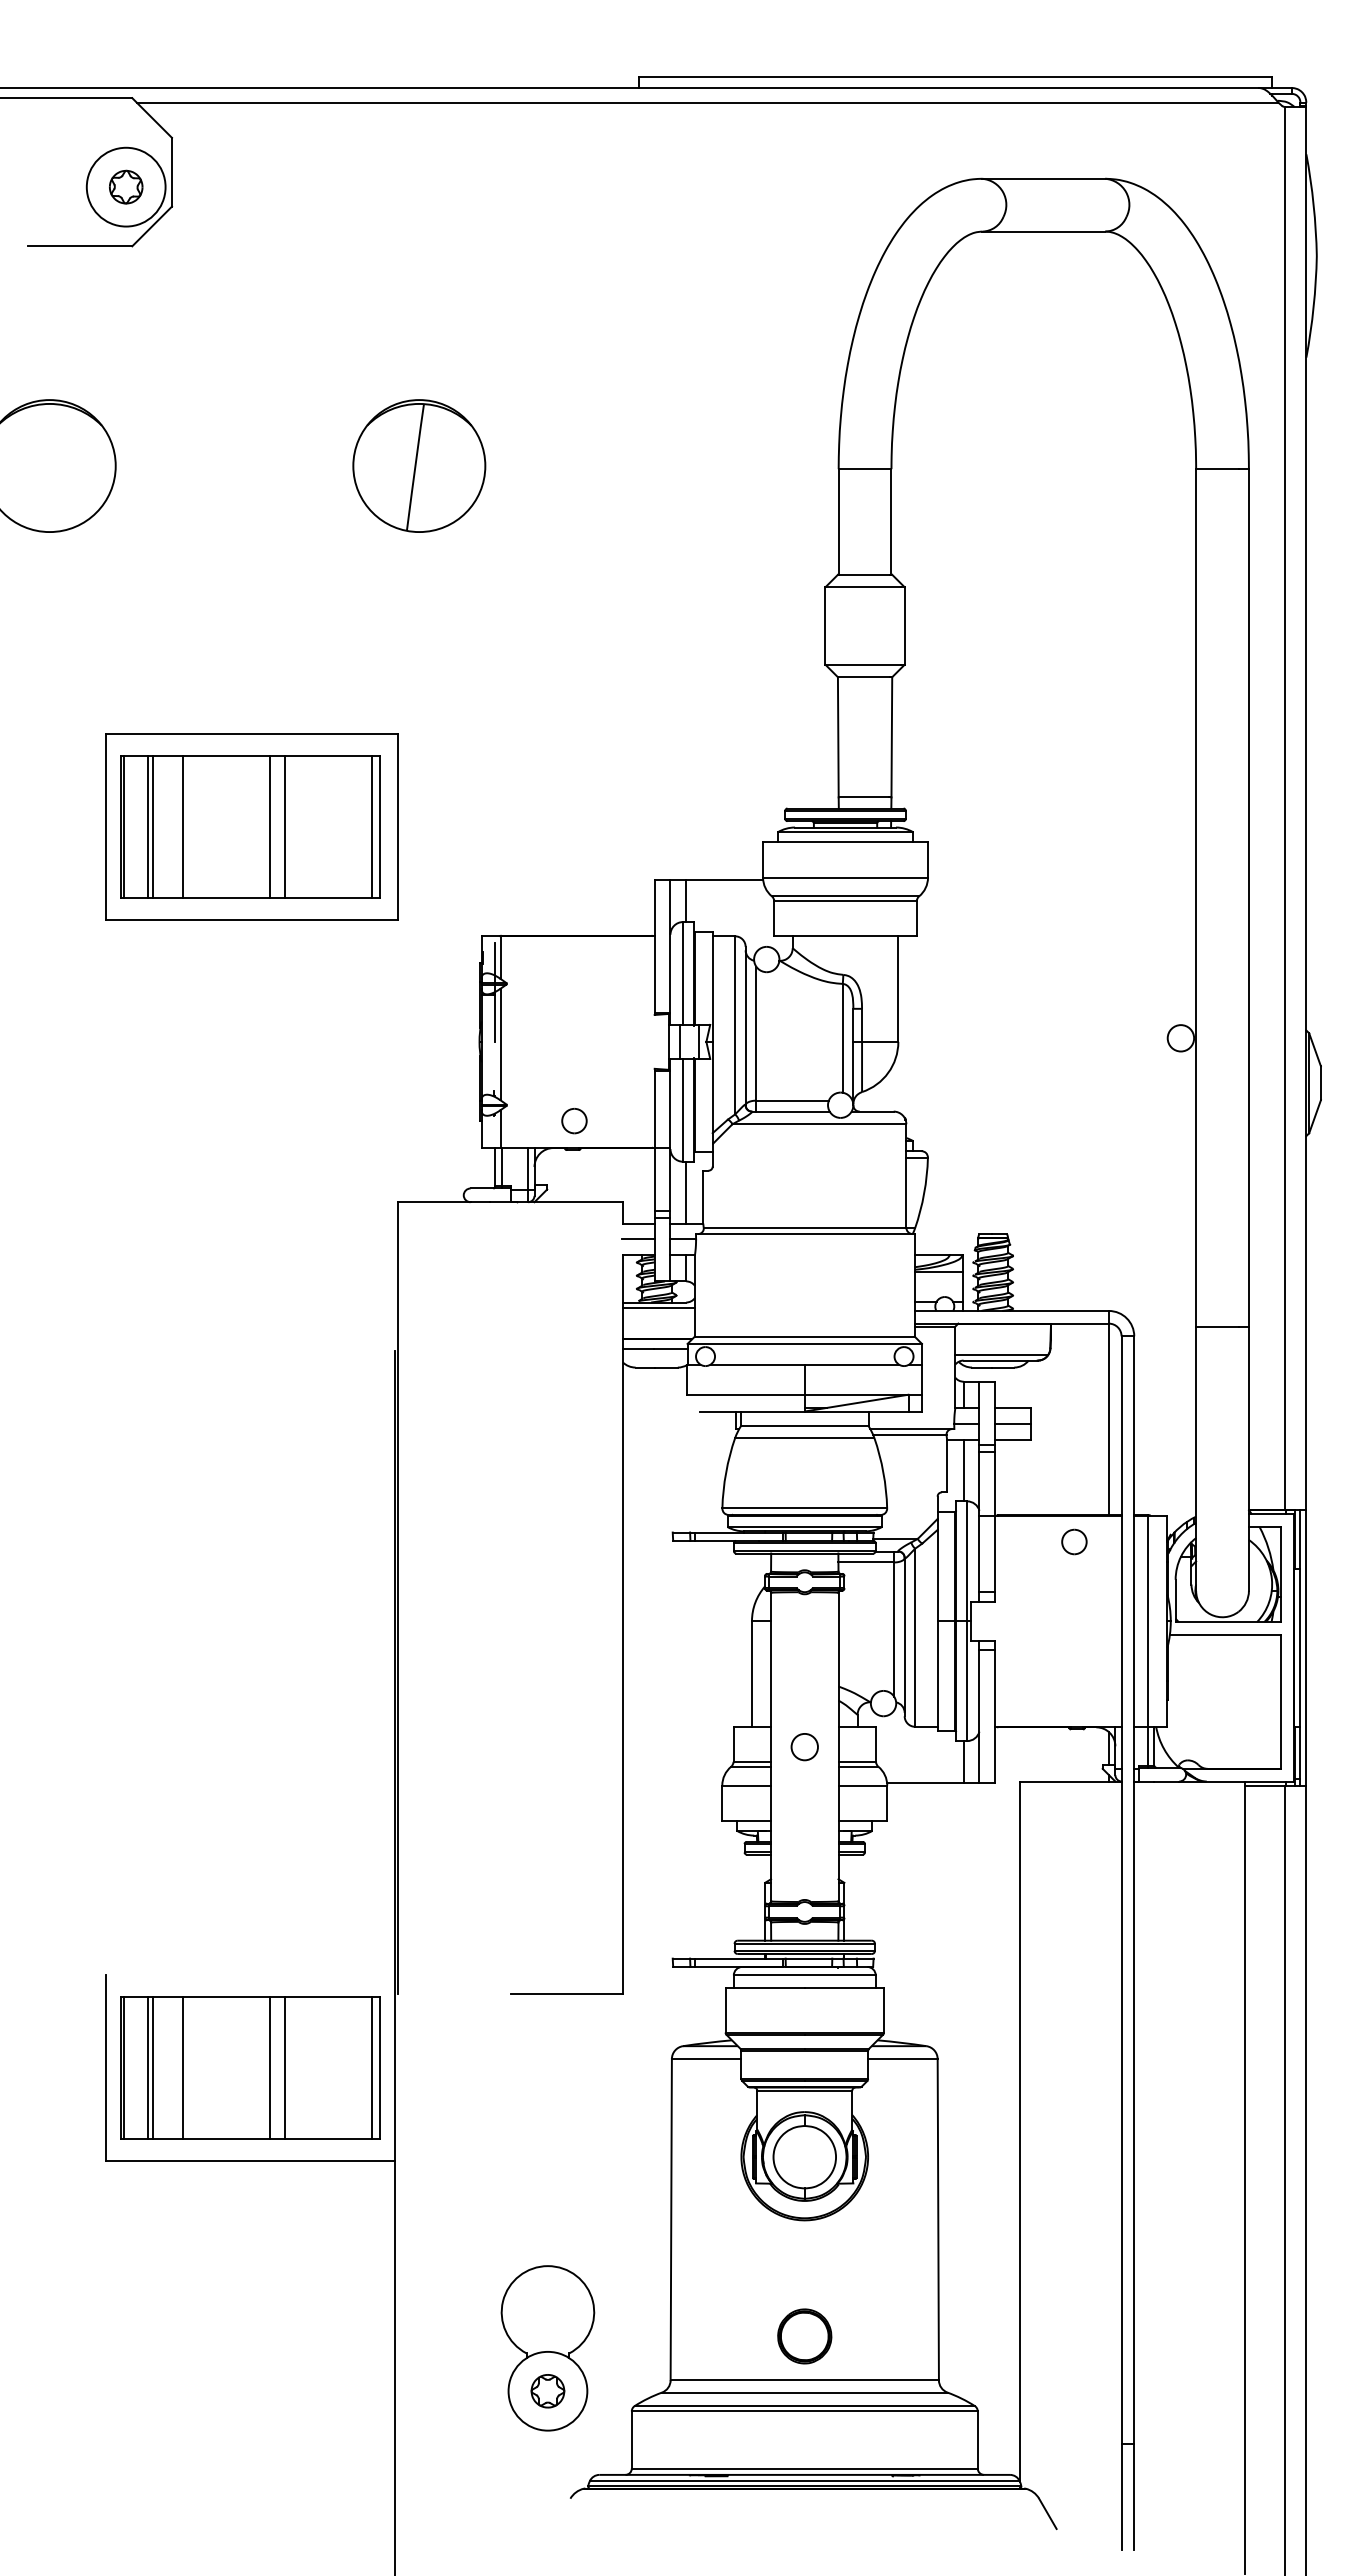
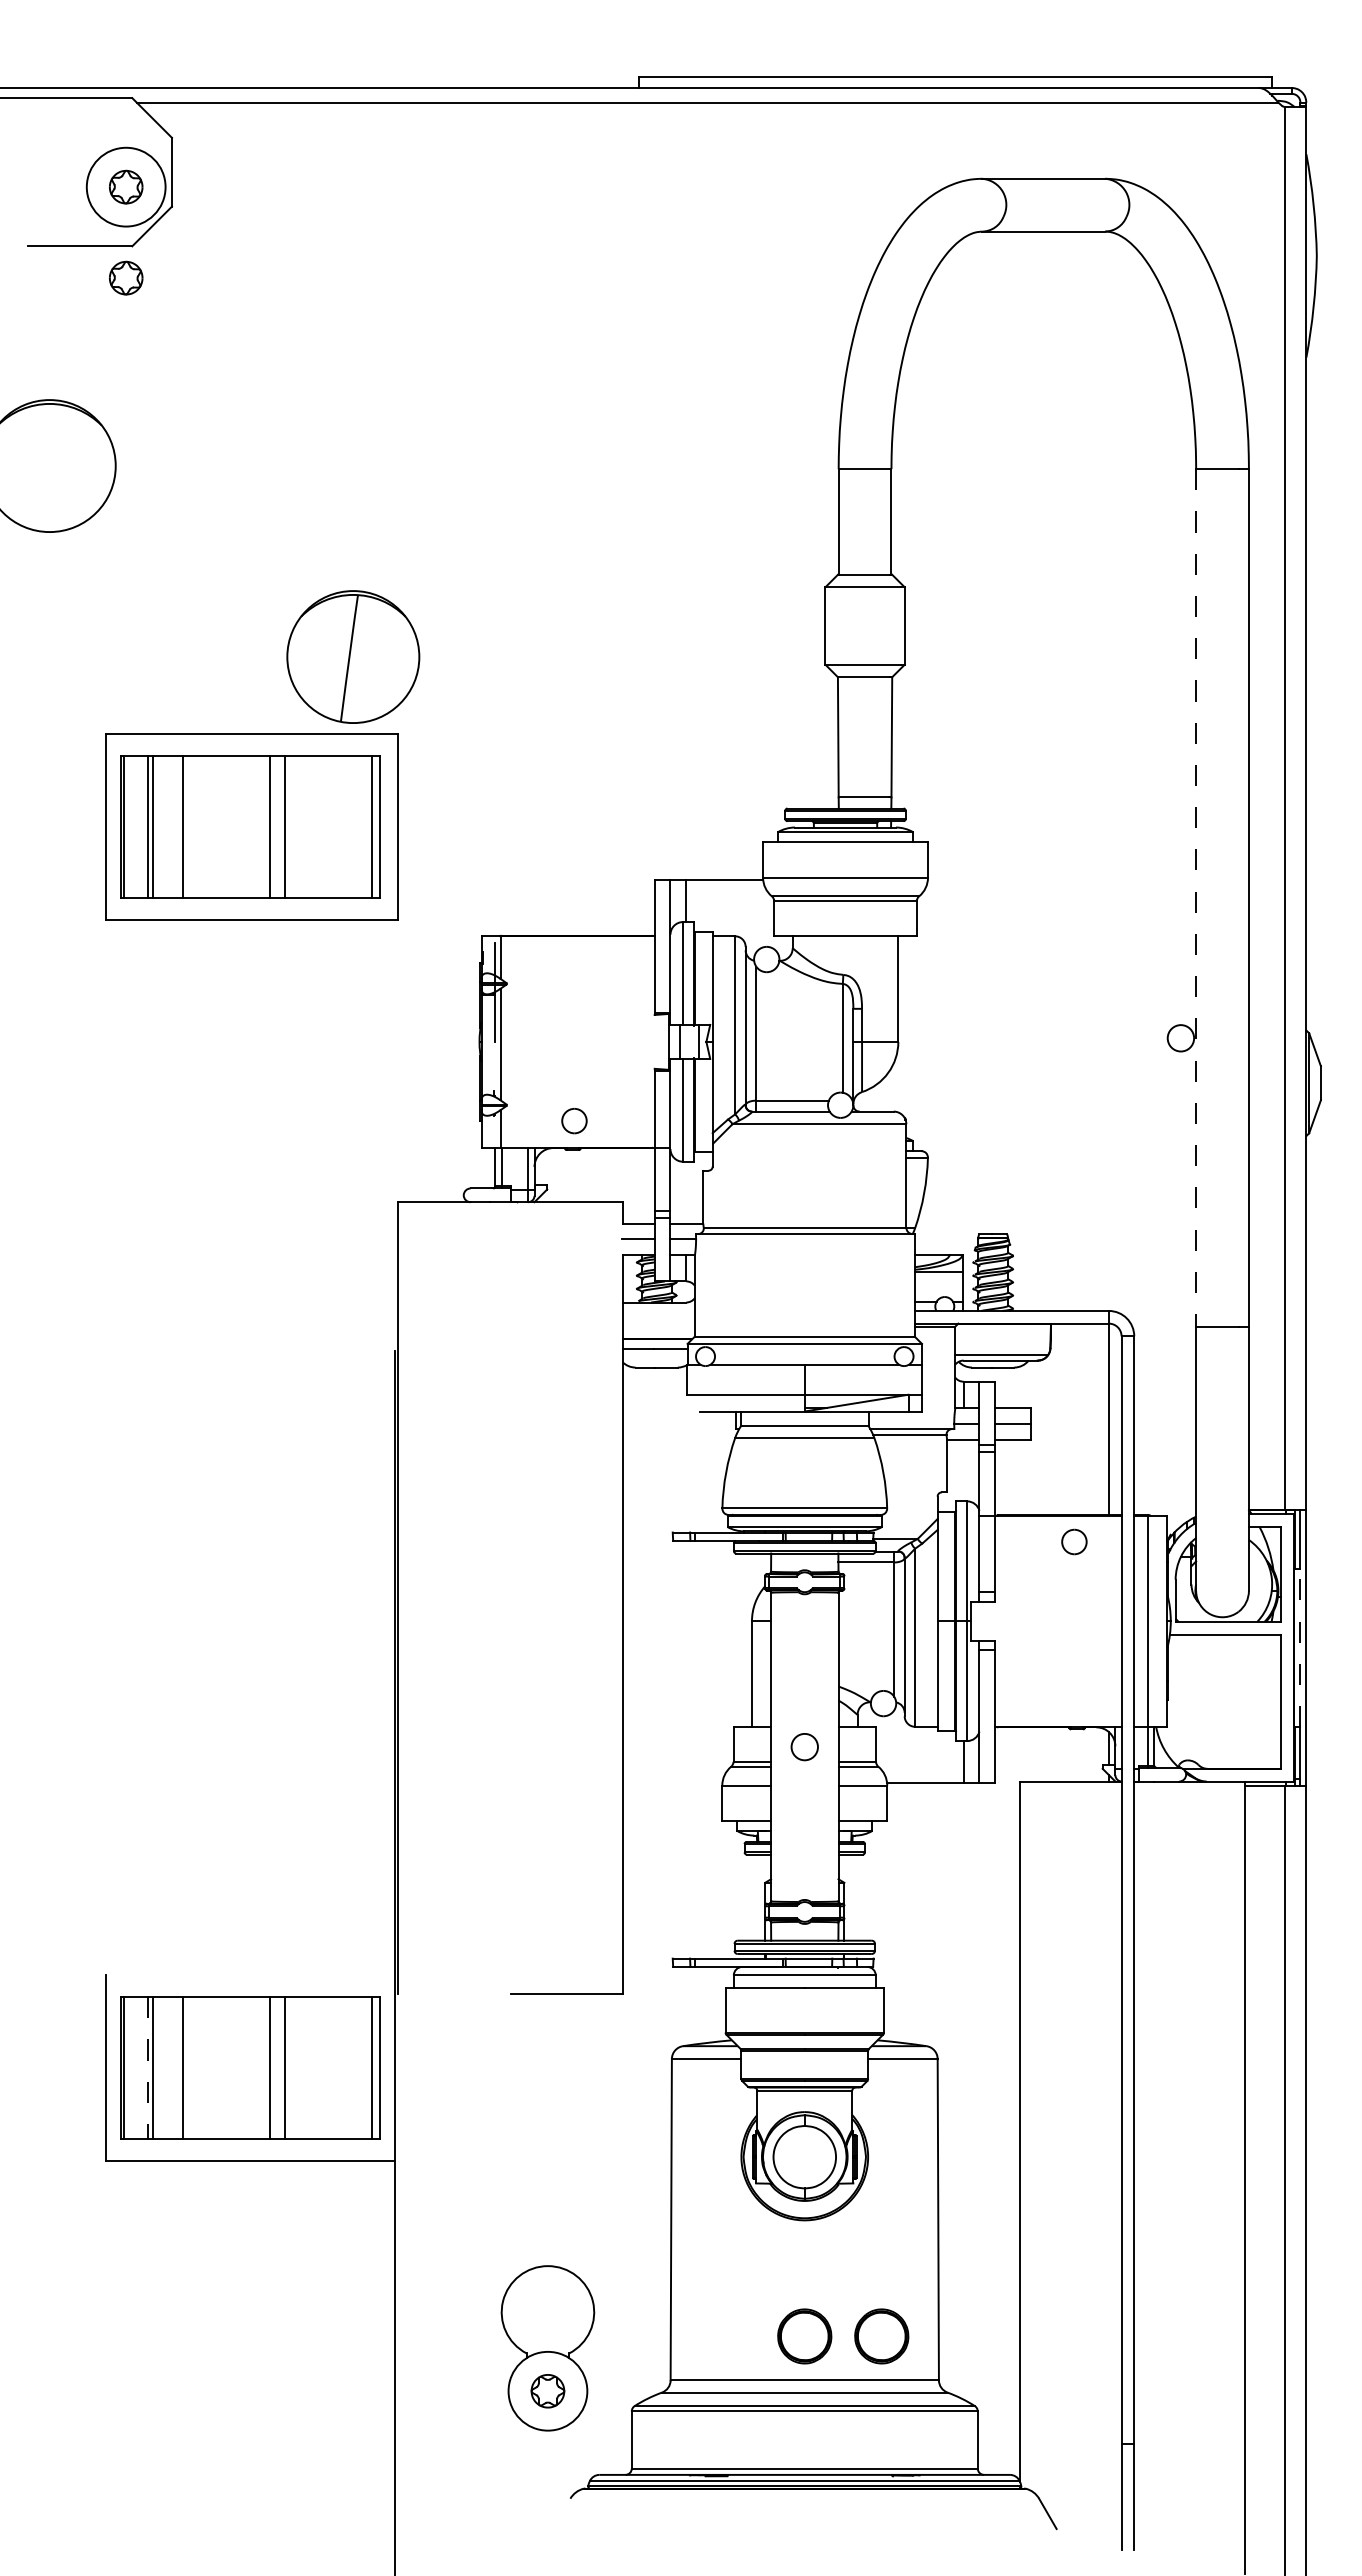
part at (126, 277): none -> present
part at (419, 465) position: (419, 465) -> (353, 656)
line at (1196, 898): solid -> dashed
line at (686, 1192): present -> none
line at (658, 1307): present -> none
line at (963, 1470): present -> none
line at (1300, 1647): solid -> dashed
line at (147, 2067): solid -> dashed
part at (881, 2336): none -> present
